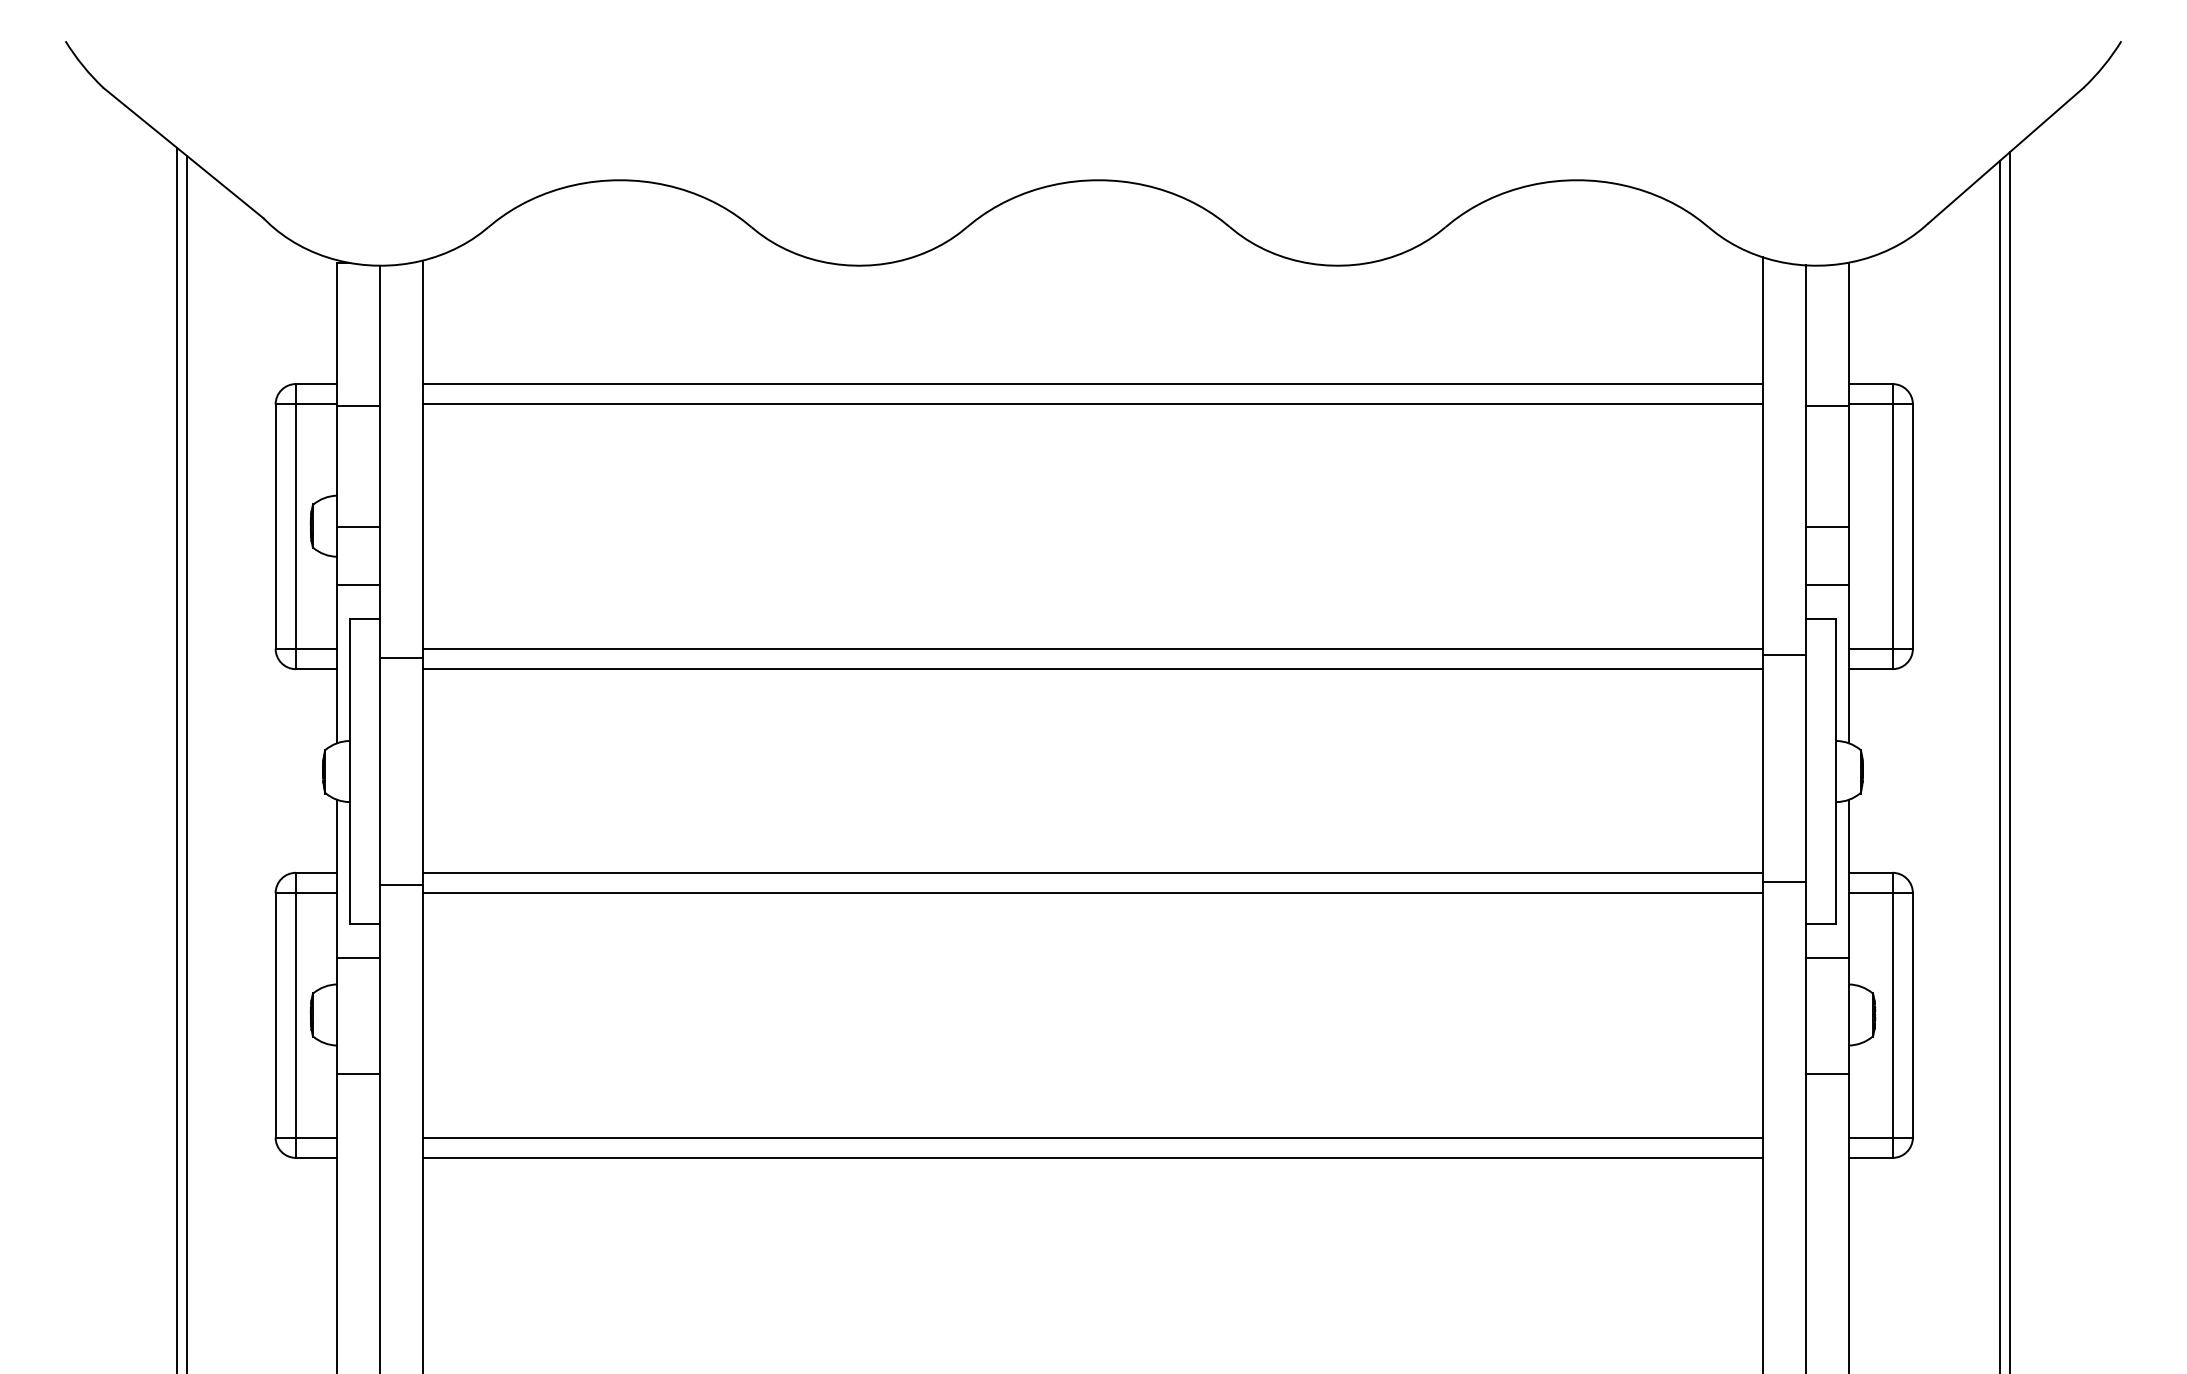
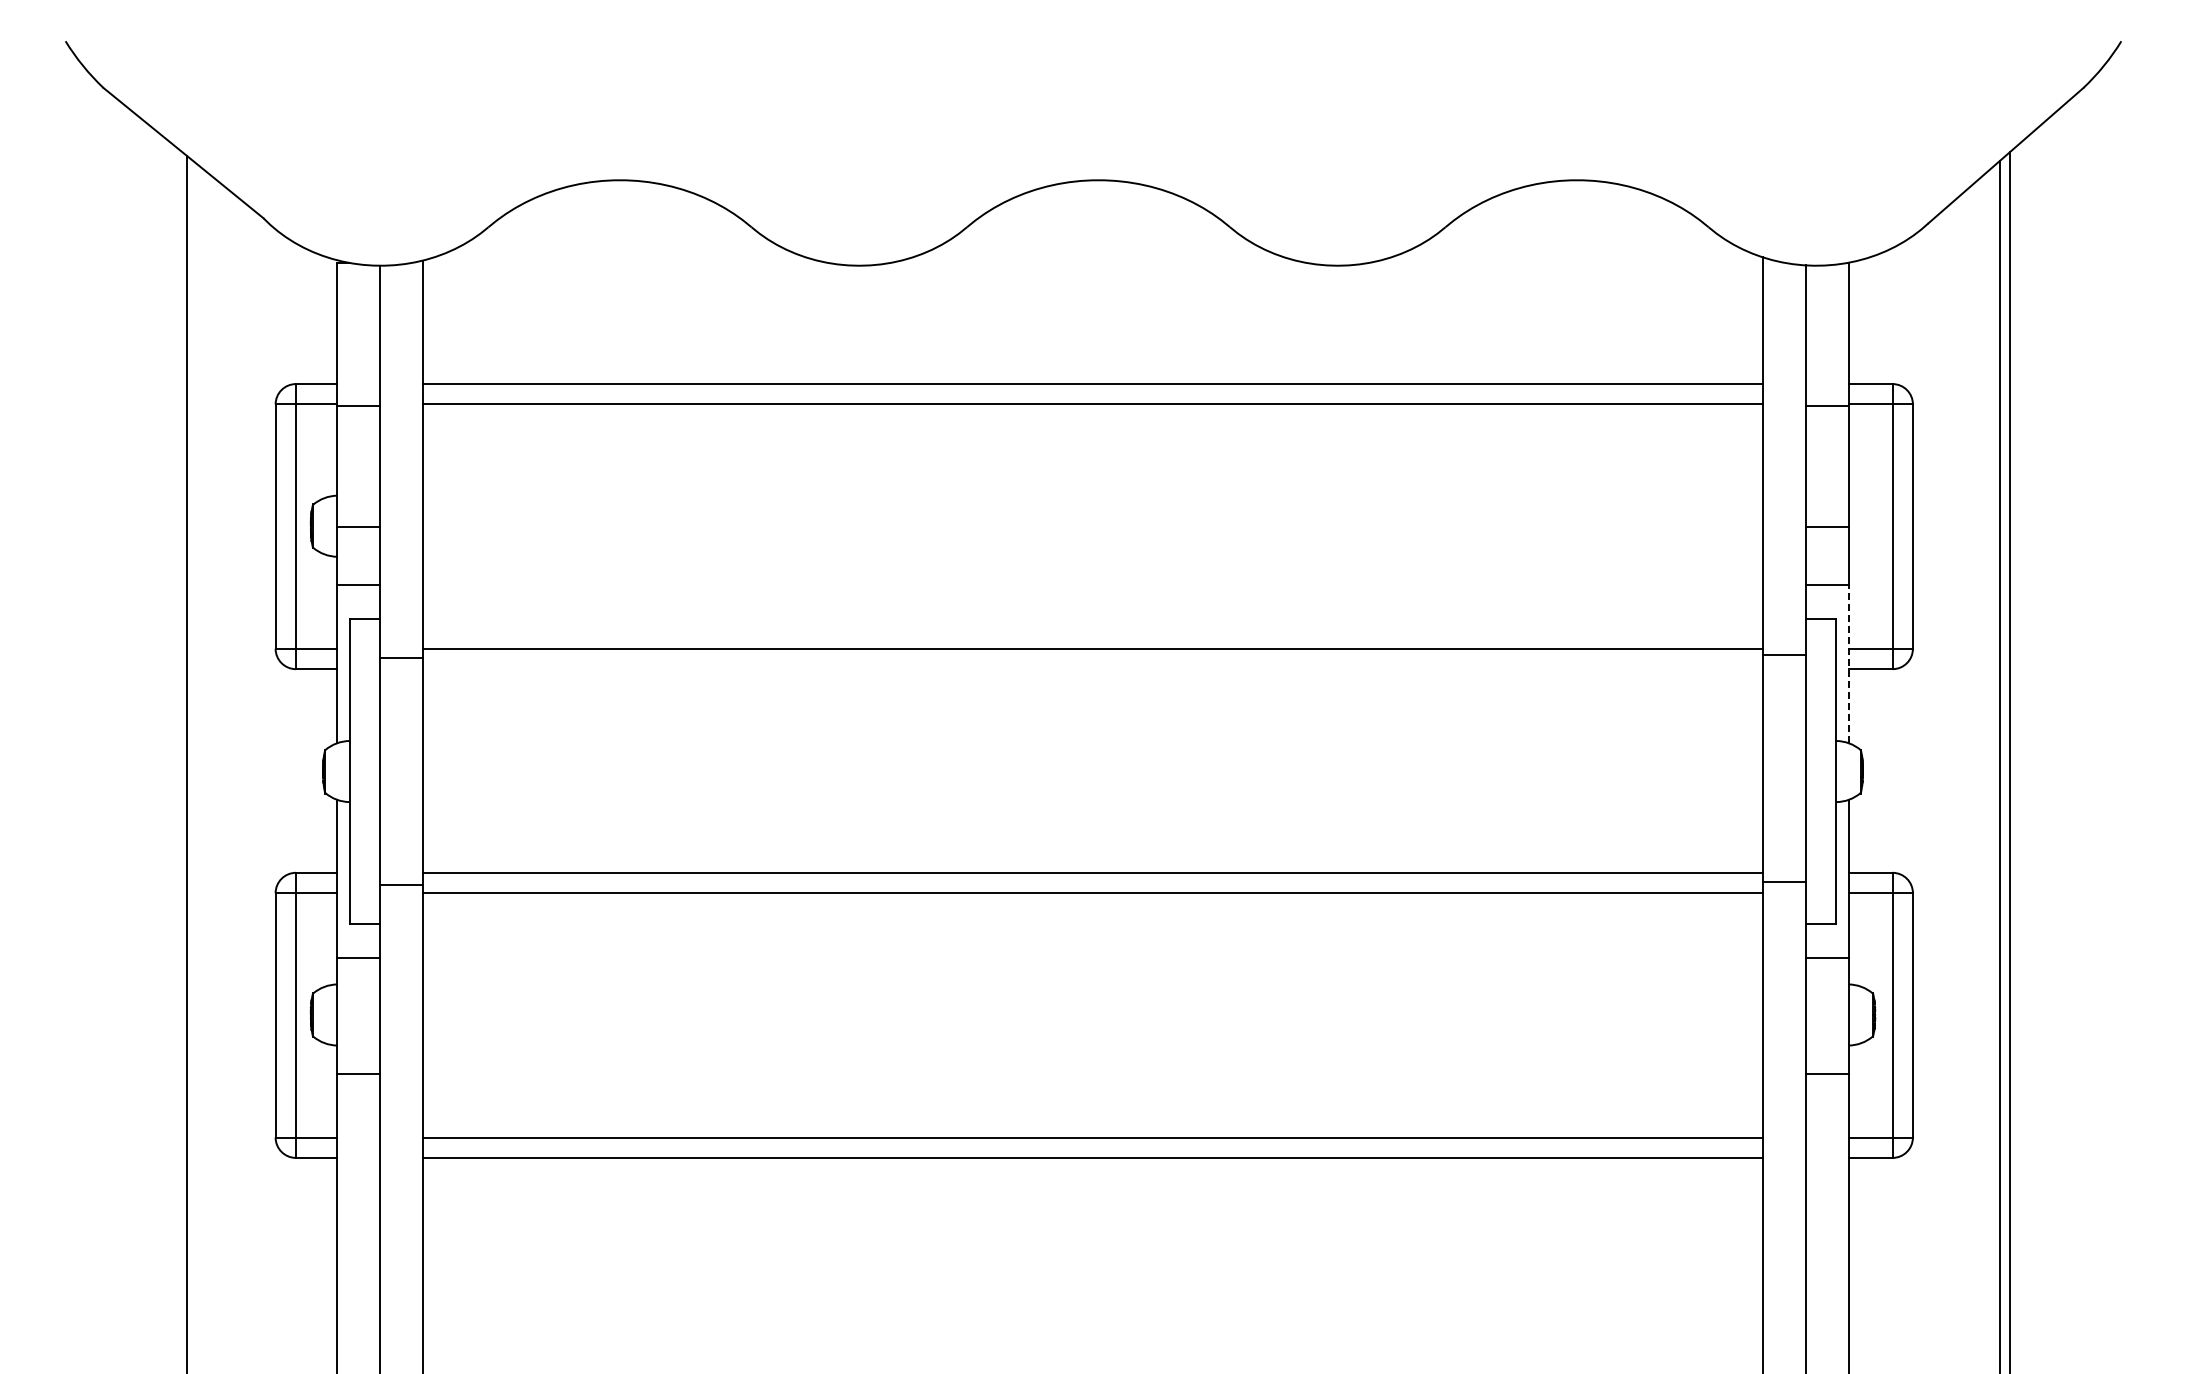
line at (1848, 663): solid -> dashed
line at (1093, 669): present -> none
line at (177, 758): present -> none
